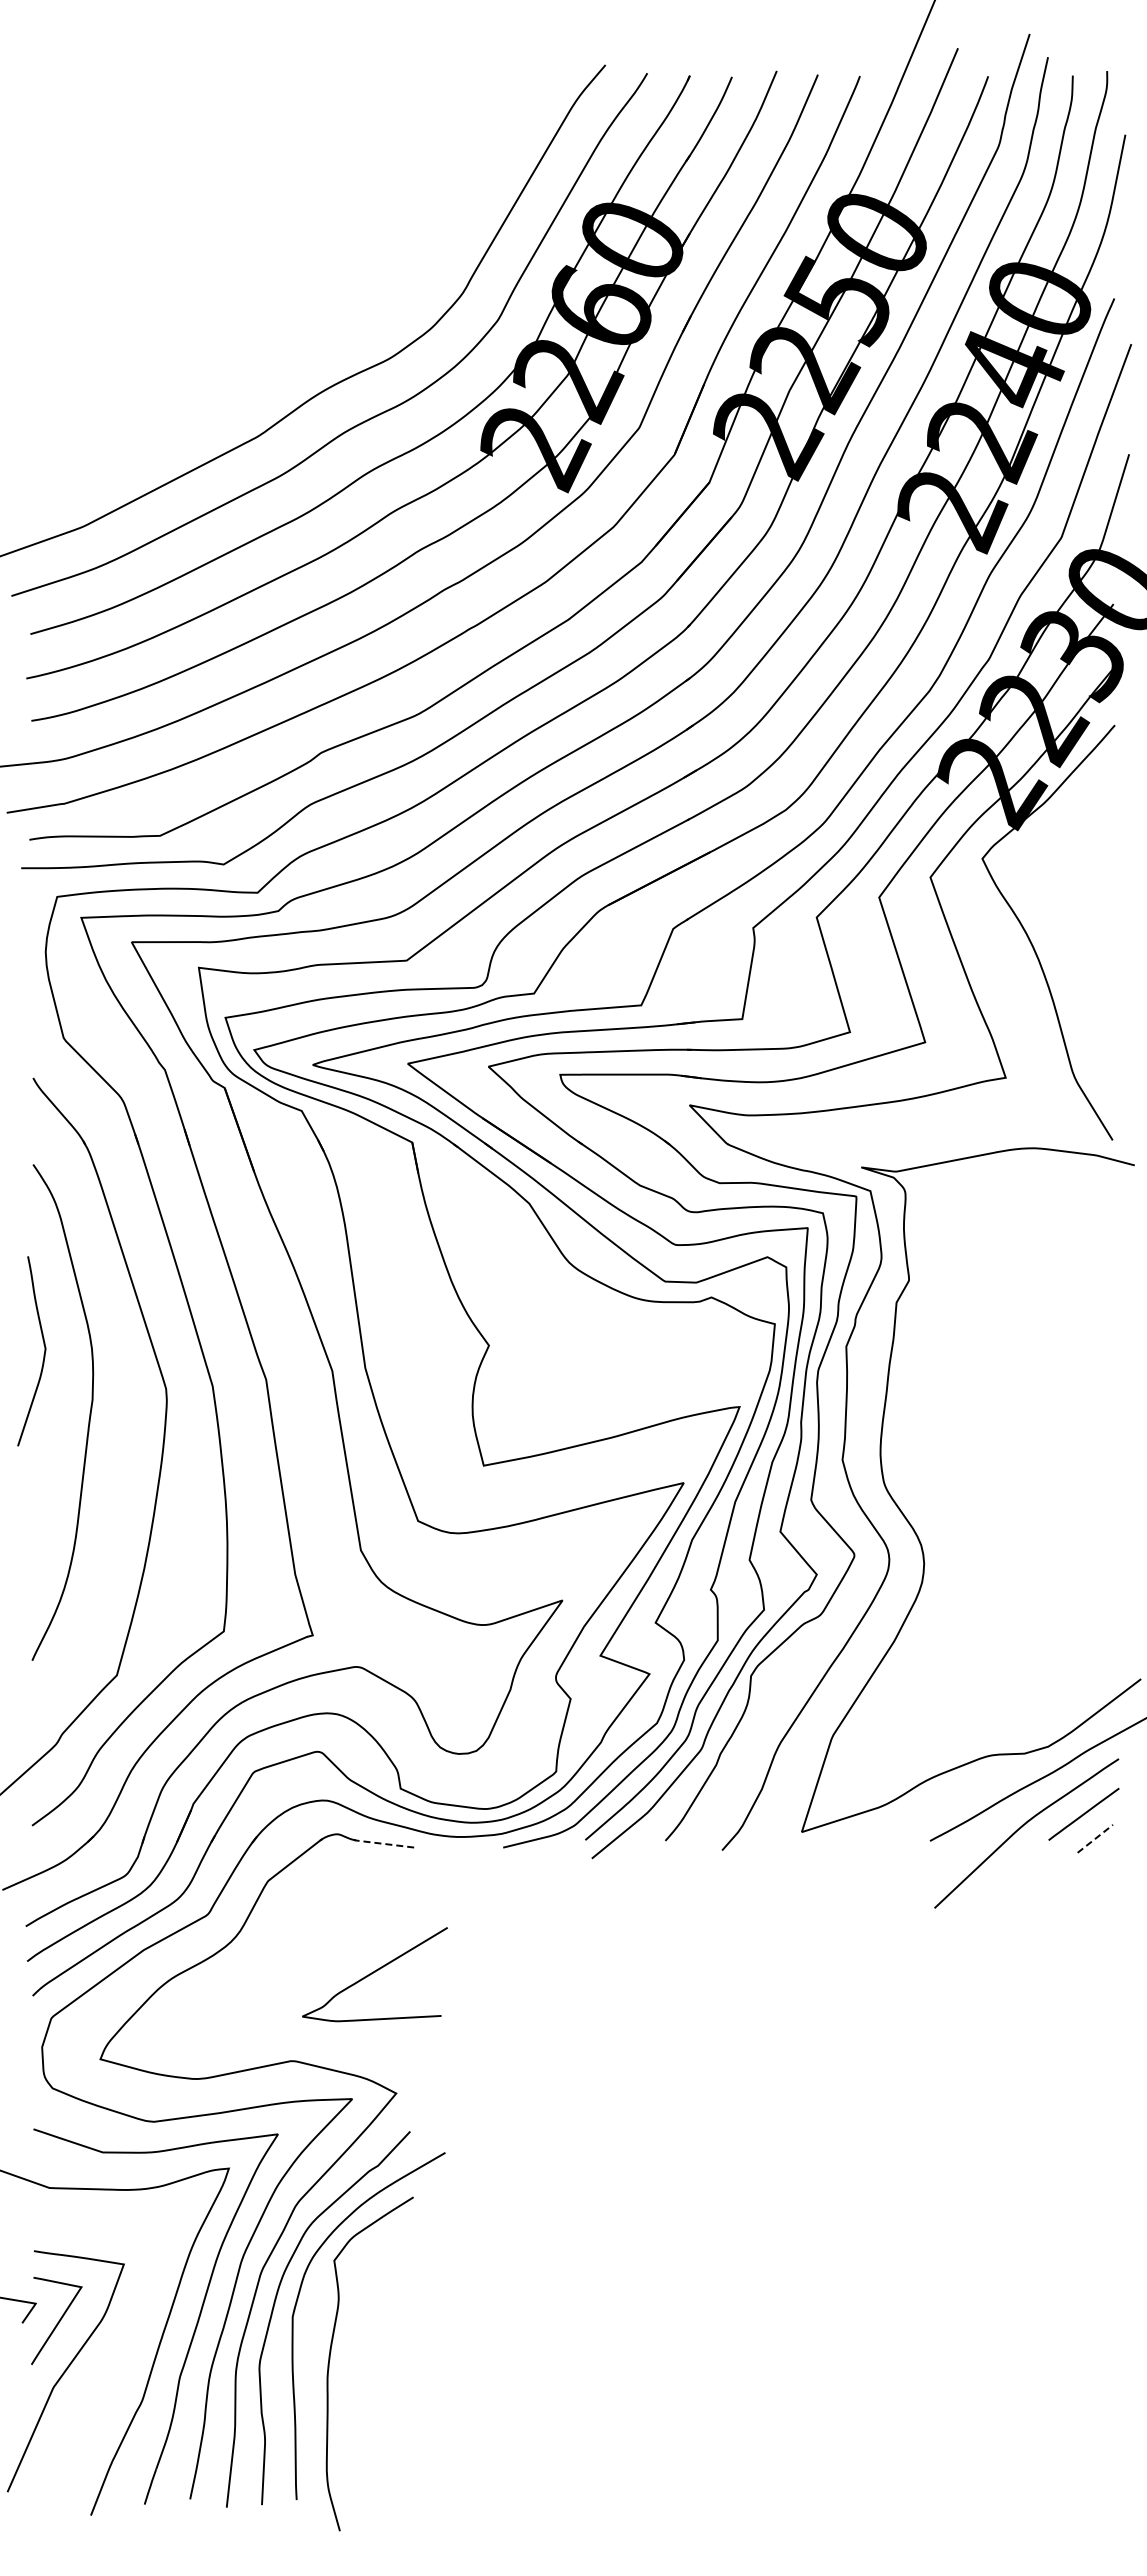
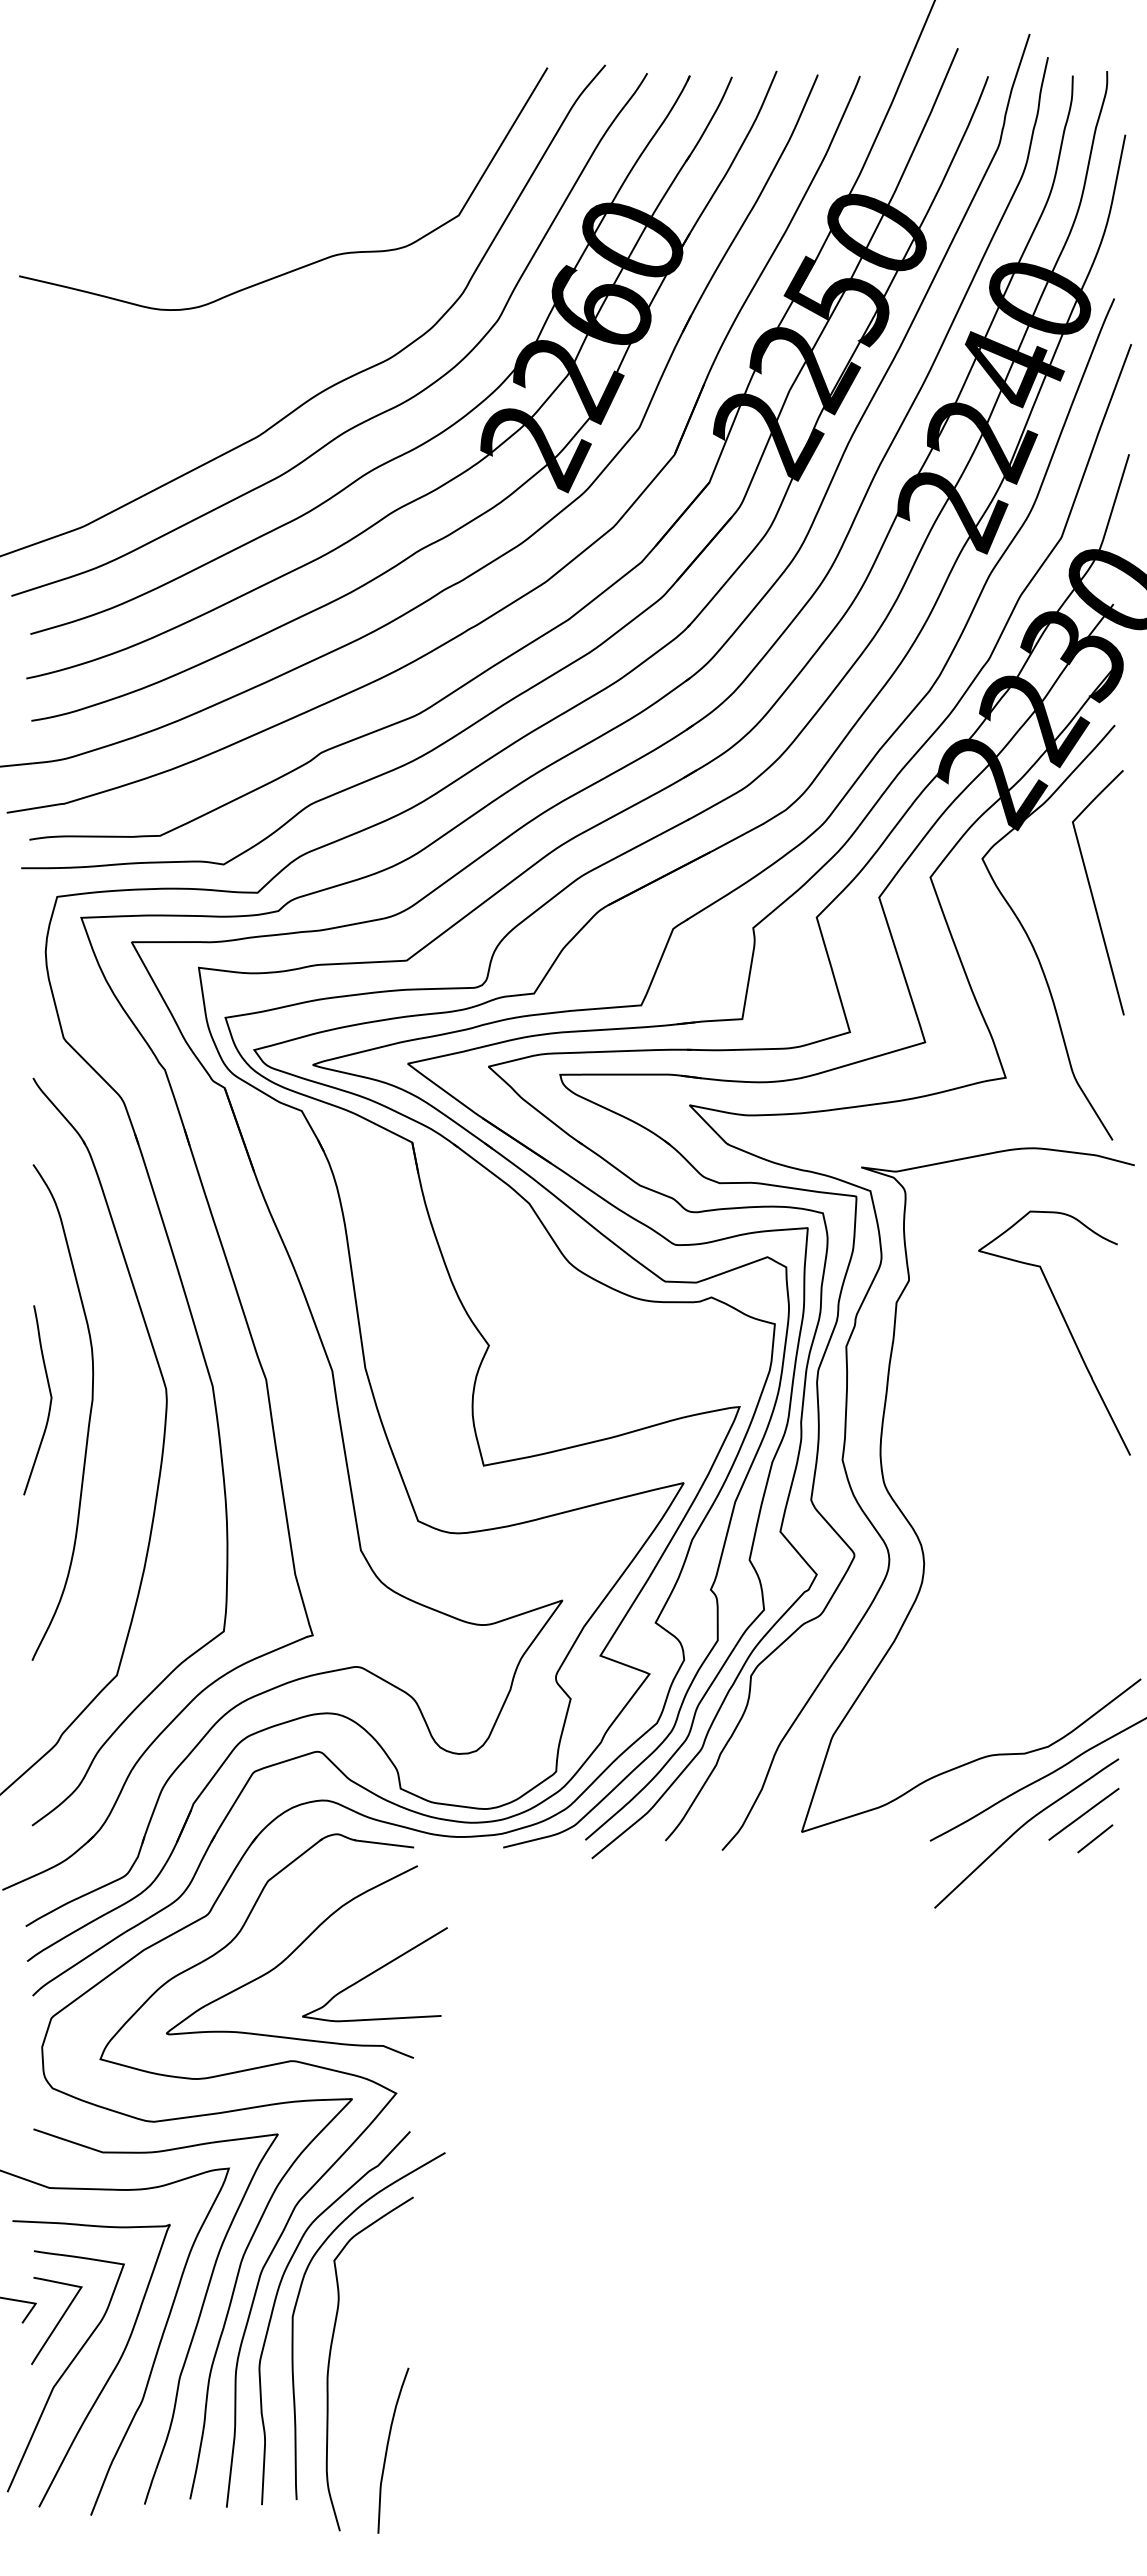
curve at (314, 261): none -> present
curve at (1093, 895): none -> present
curve at (1066, 1326): none -> present
curve at (43, 1354) position: (43, 1354) -> (49, 1403)
line at (1095, 1838): dashed -> solid
line at (381, 1843): dashed -> solid
curve at (288, 1957): none -> present
curve at (109, 2375): none -> present
curve at (387, 2450): none -> present
